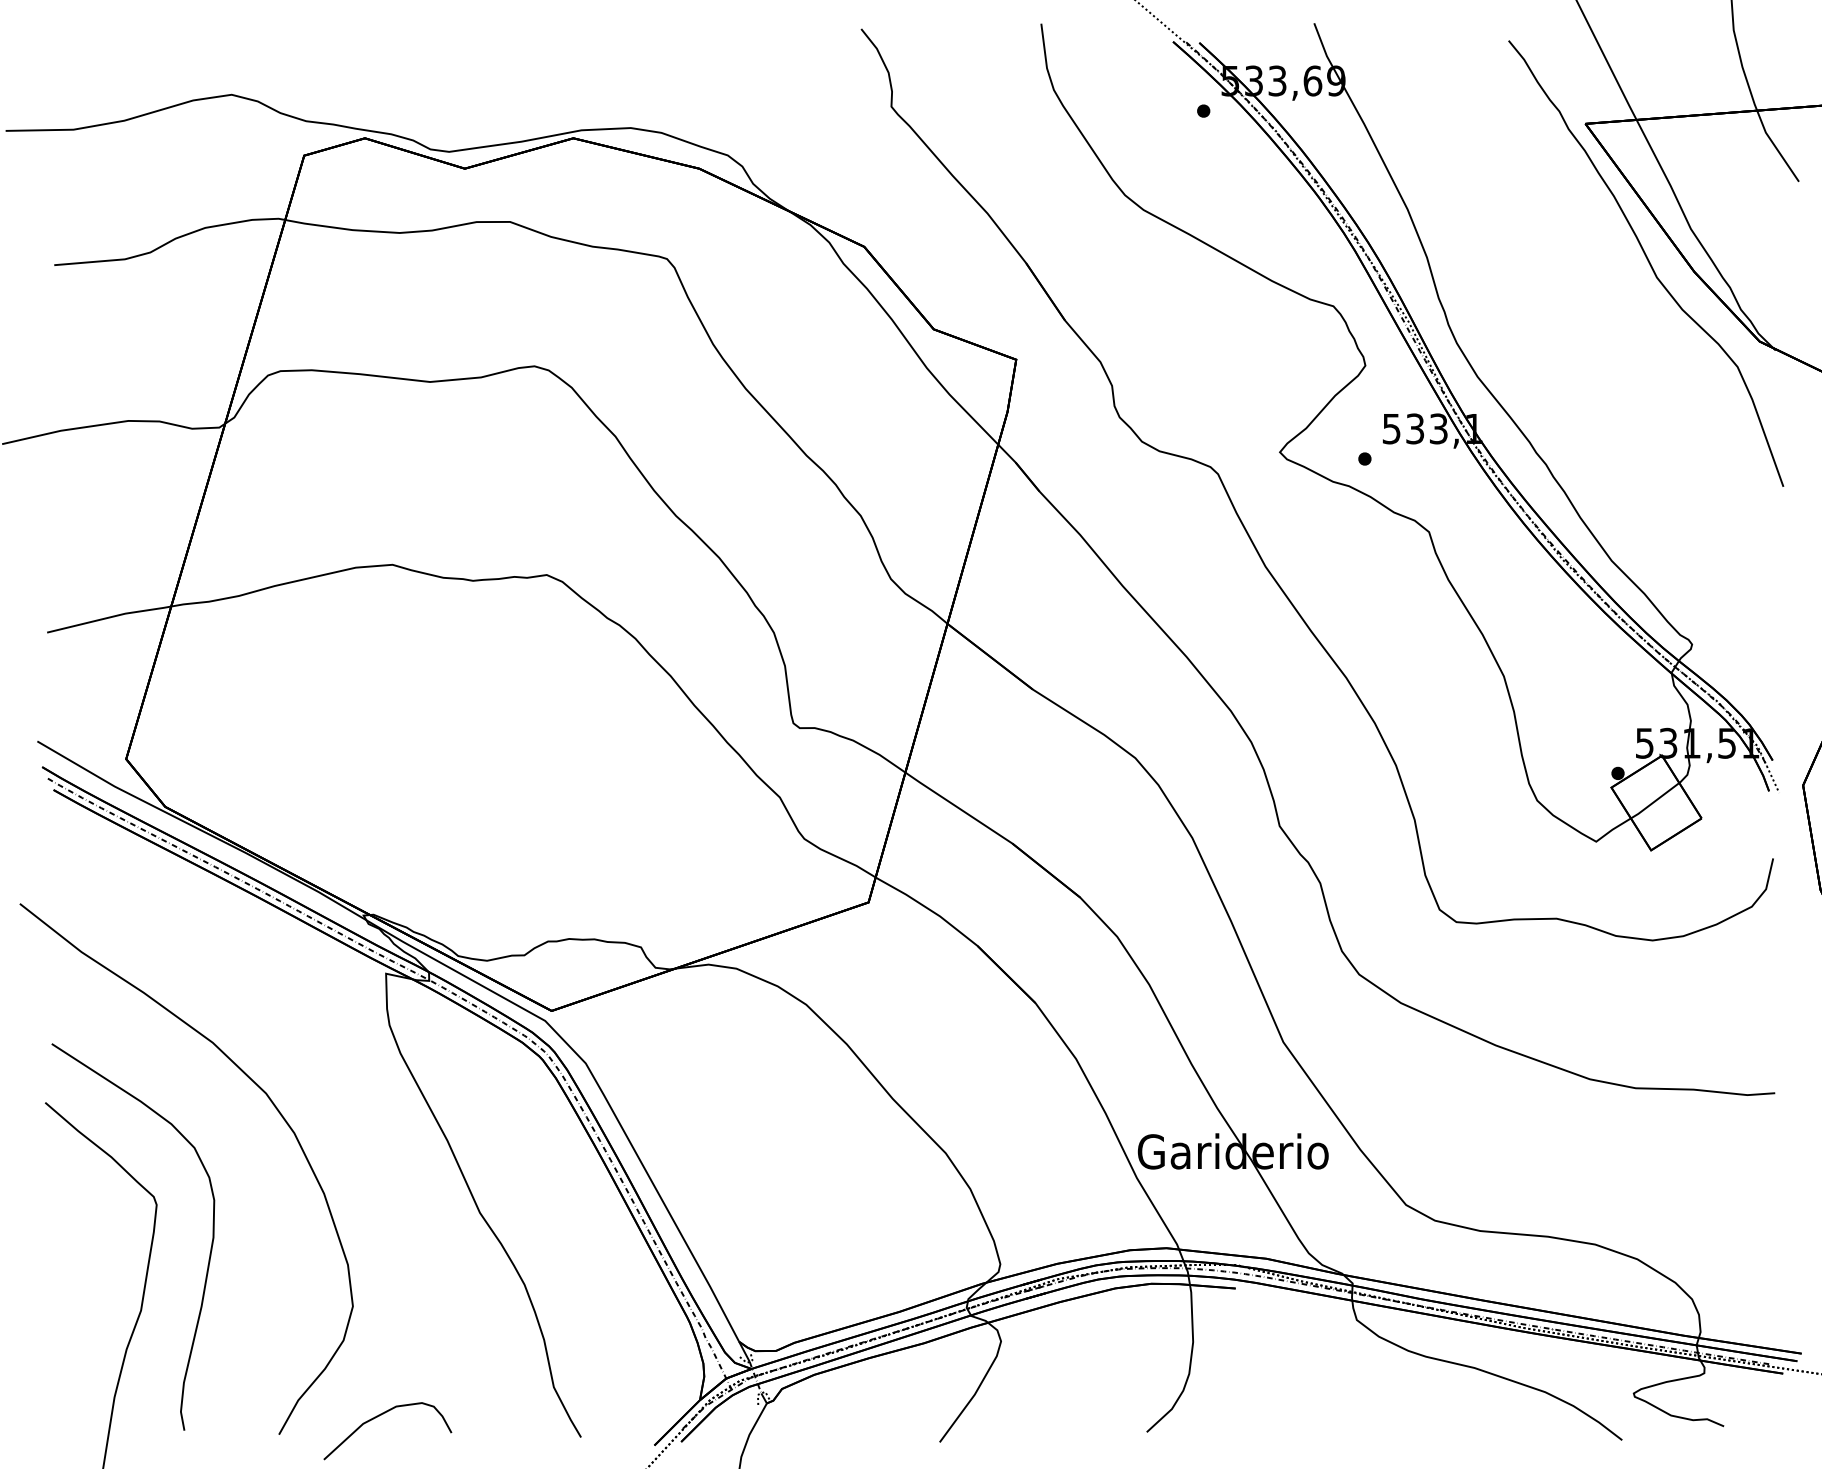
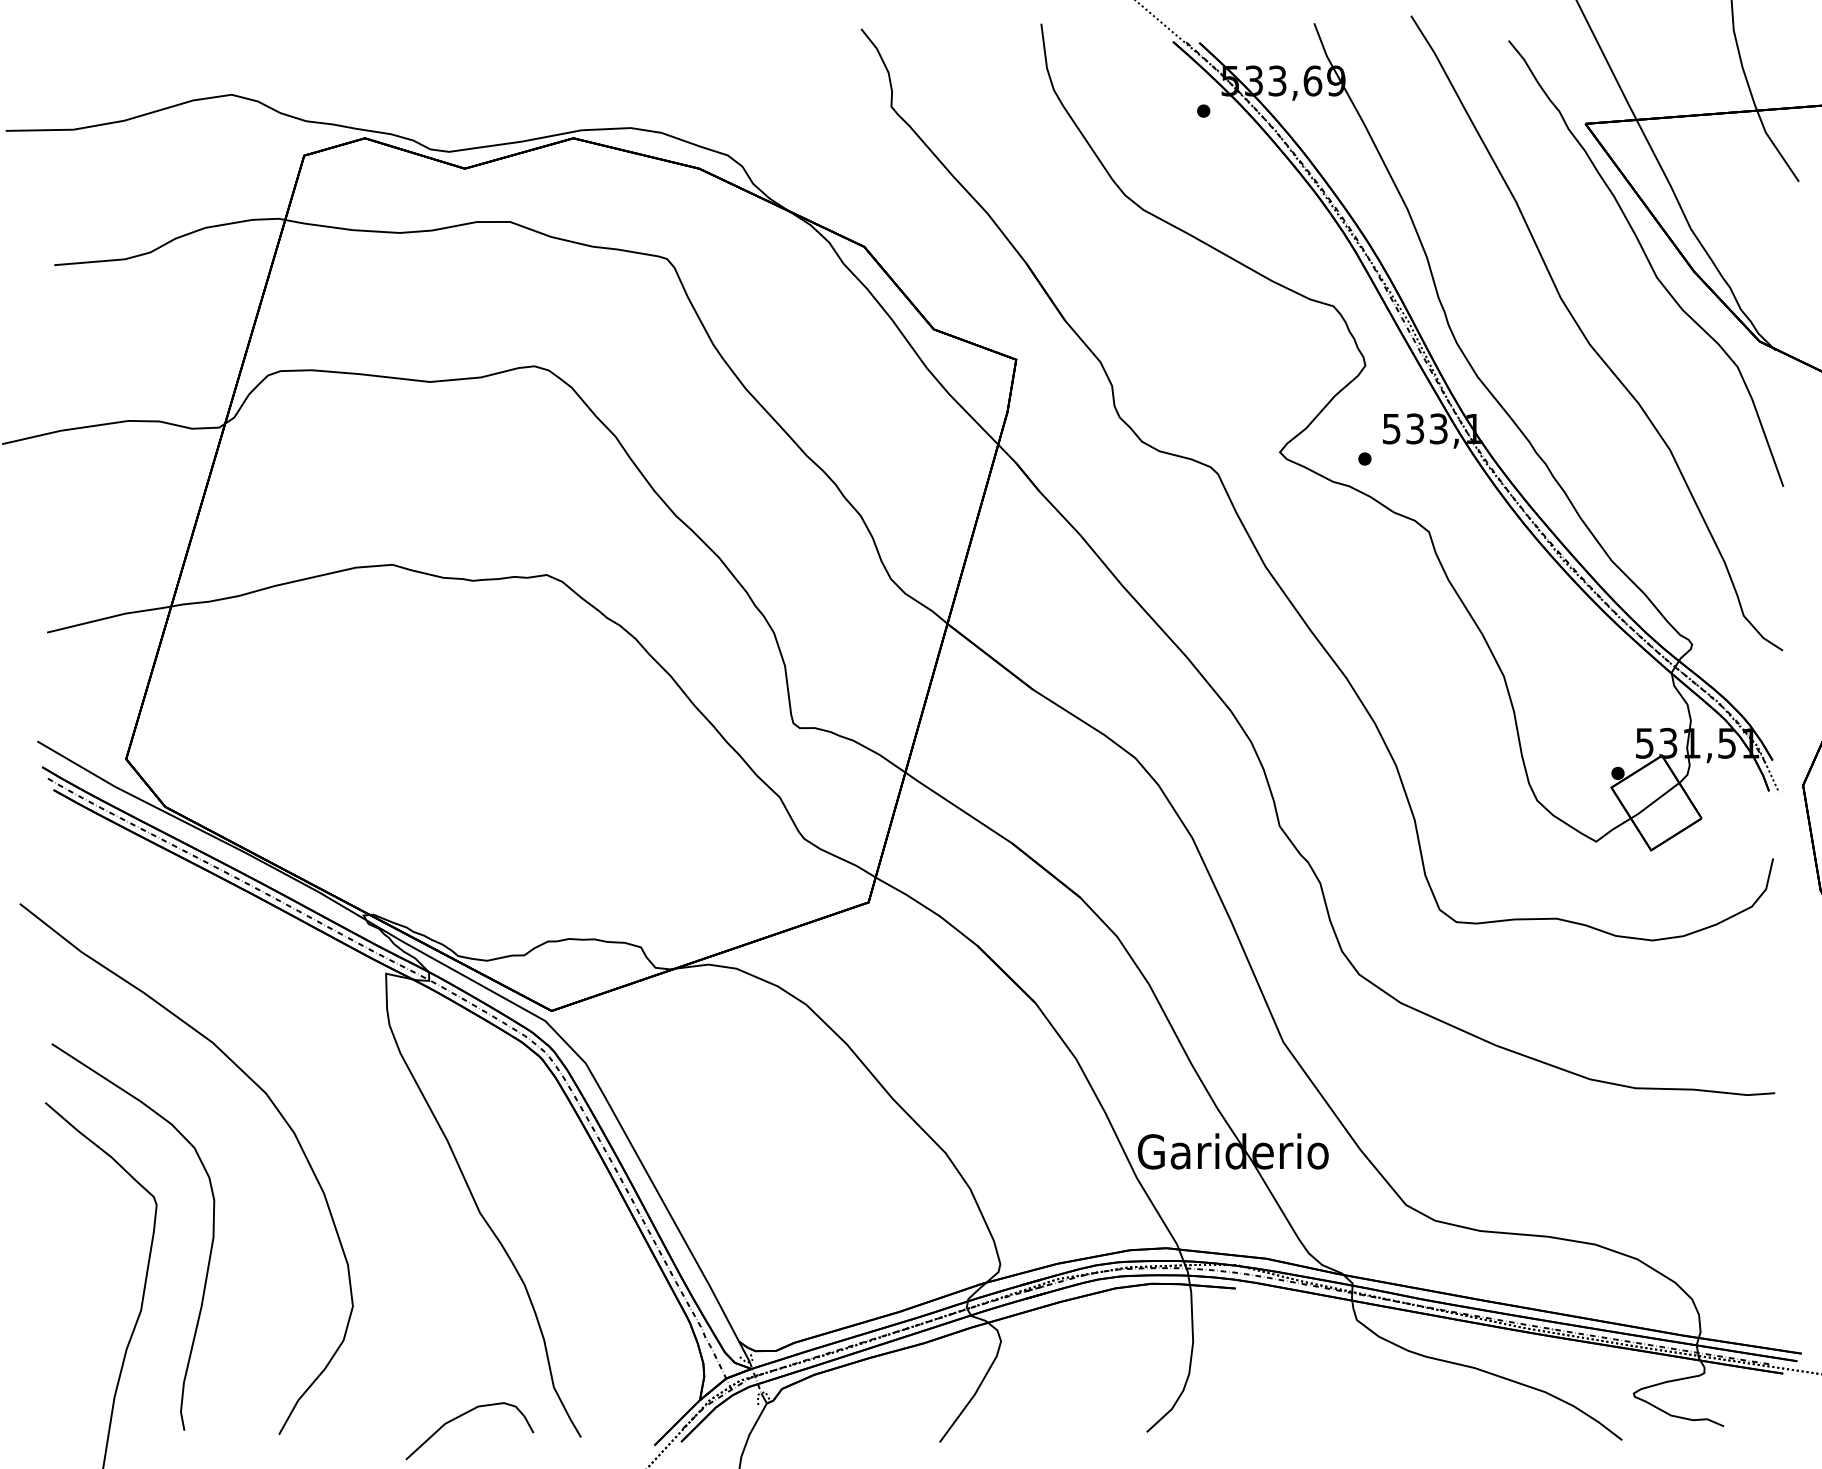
curve at (1587, 338): none -> present
curve at (379, 1416) position: (379, 1416) -> (461, 1416)
